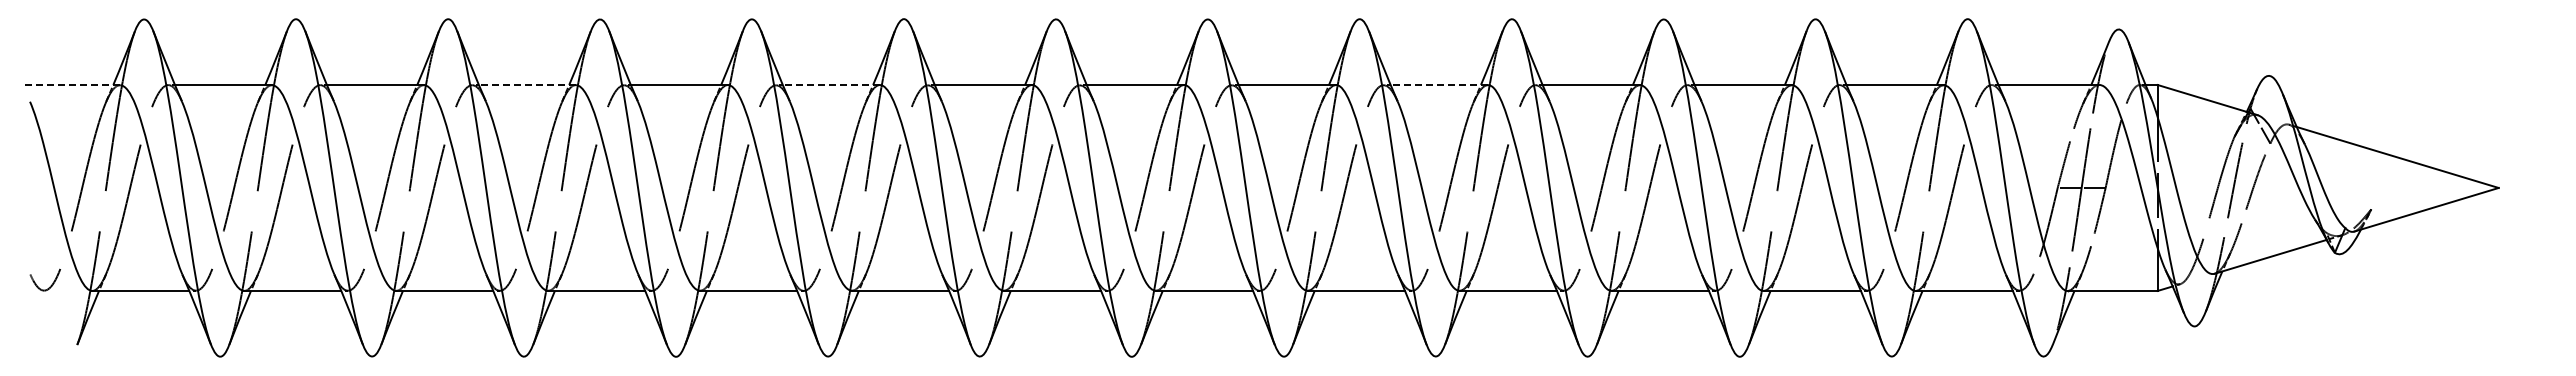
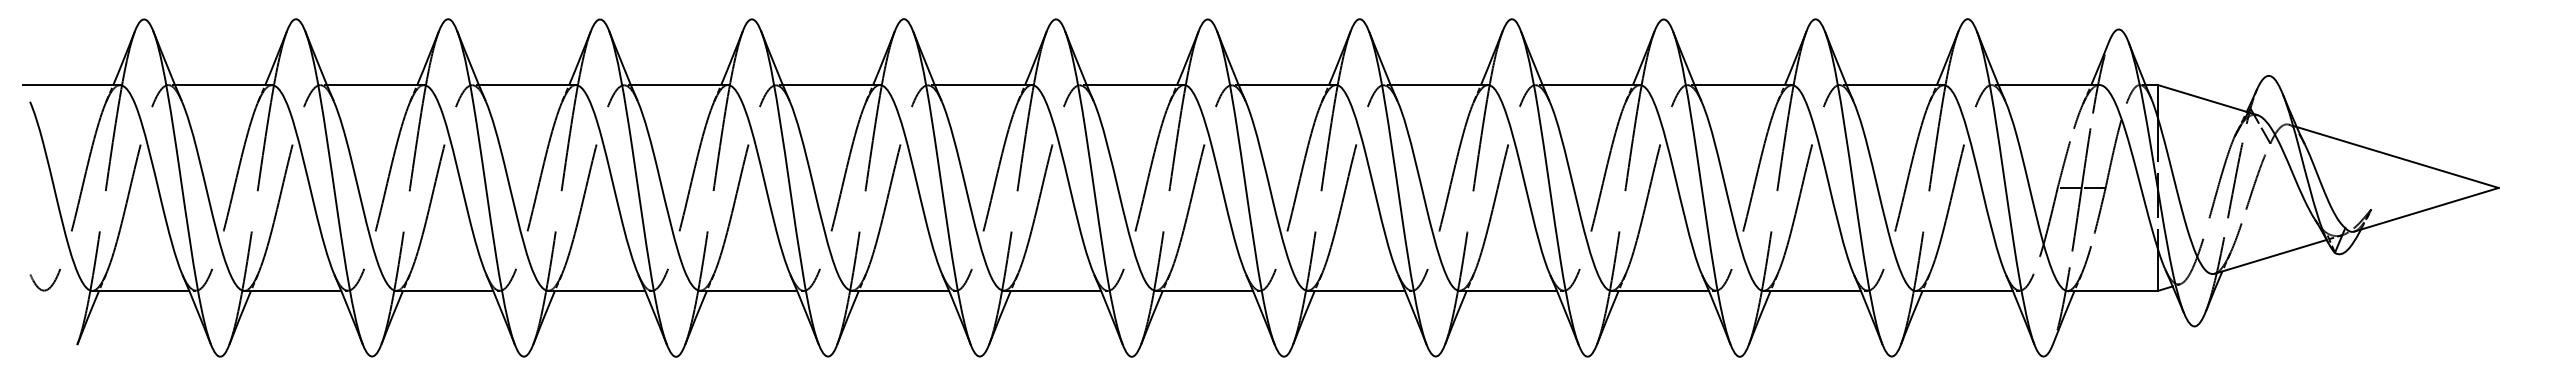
line at (71, 84): dashed -> solid
line at (527, 84): dashed -> solid
line at (831, 84): dashed -> solid
line at (1439, 84): dashed -> solid
